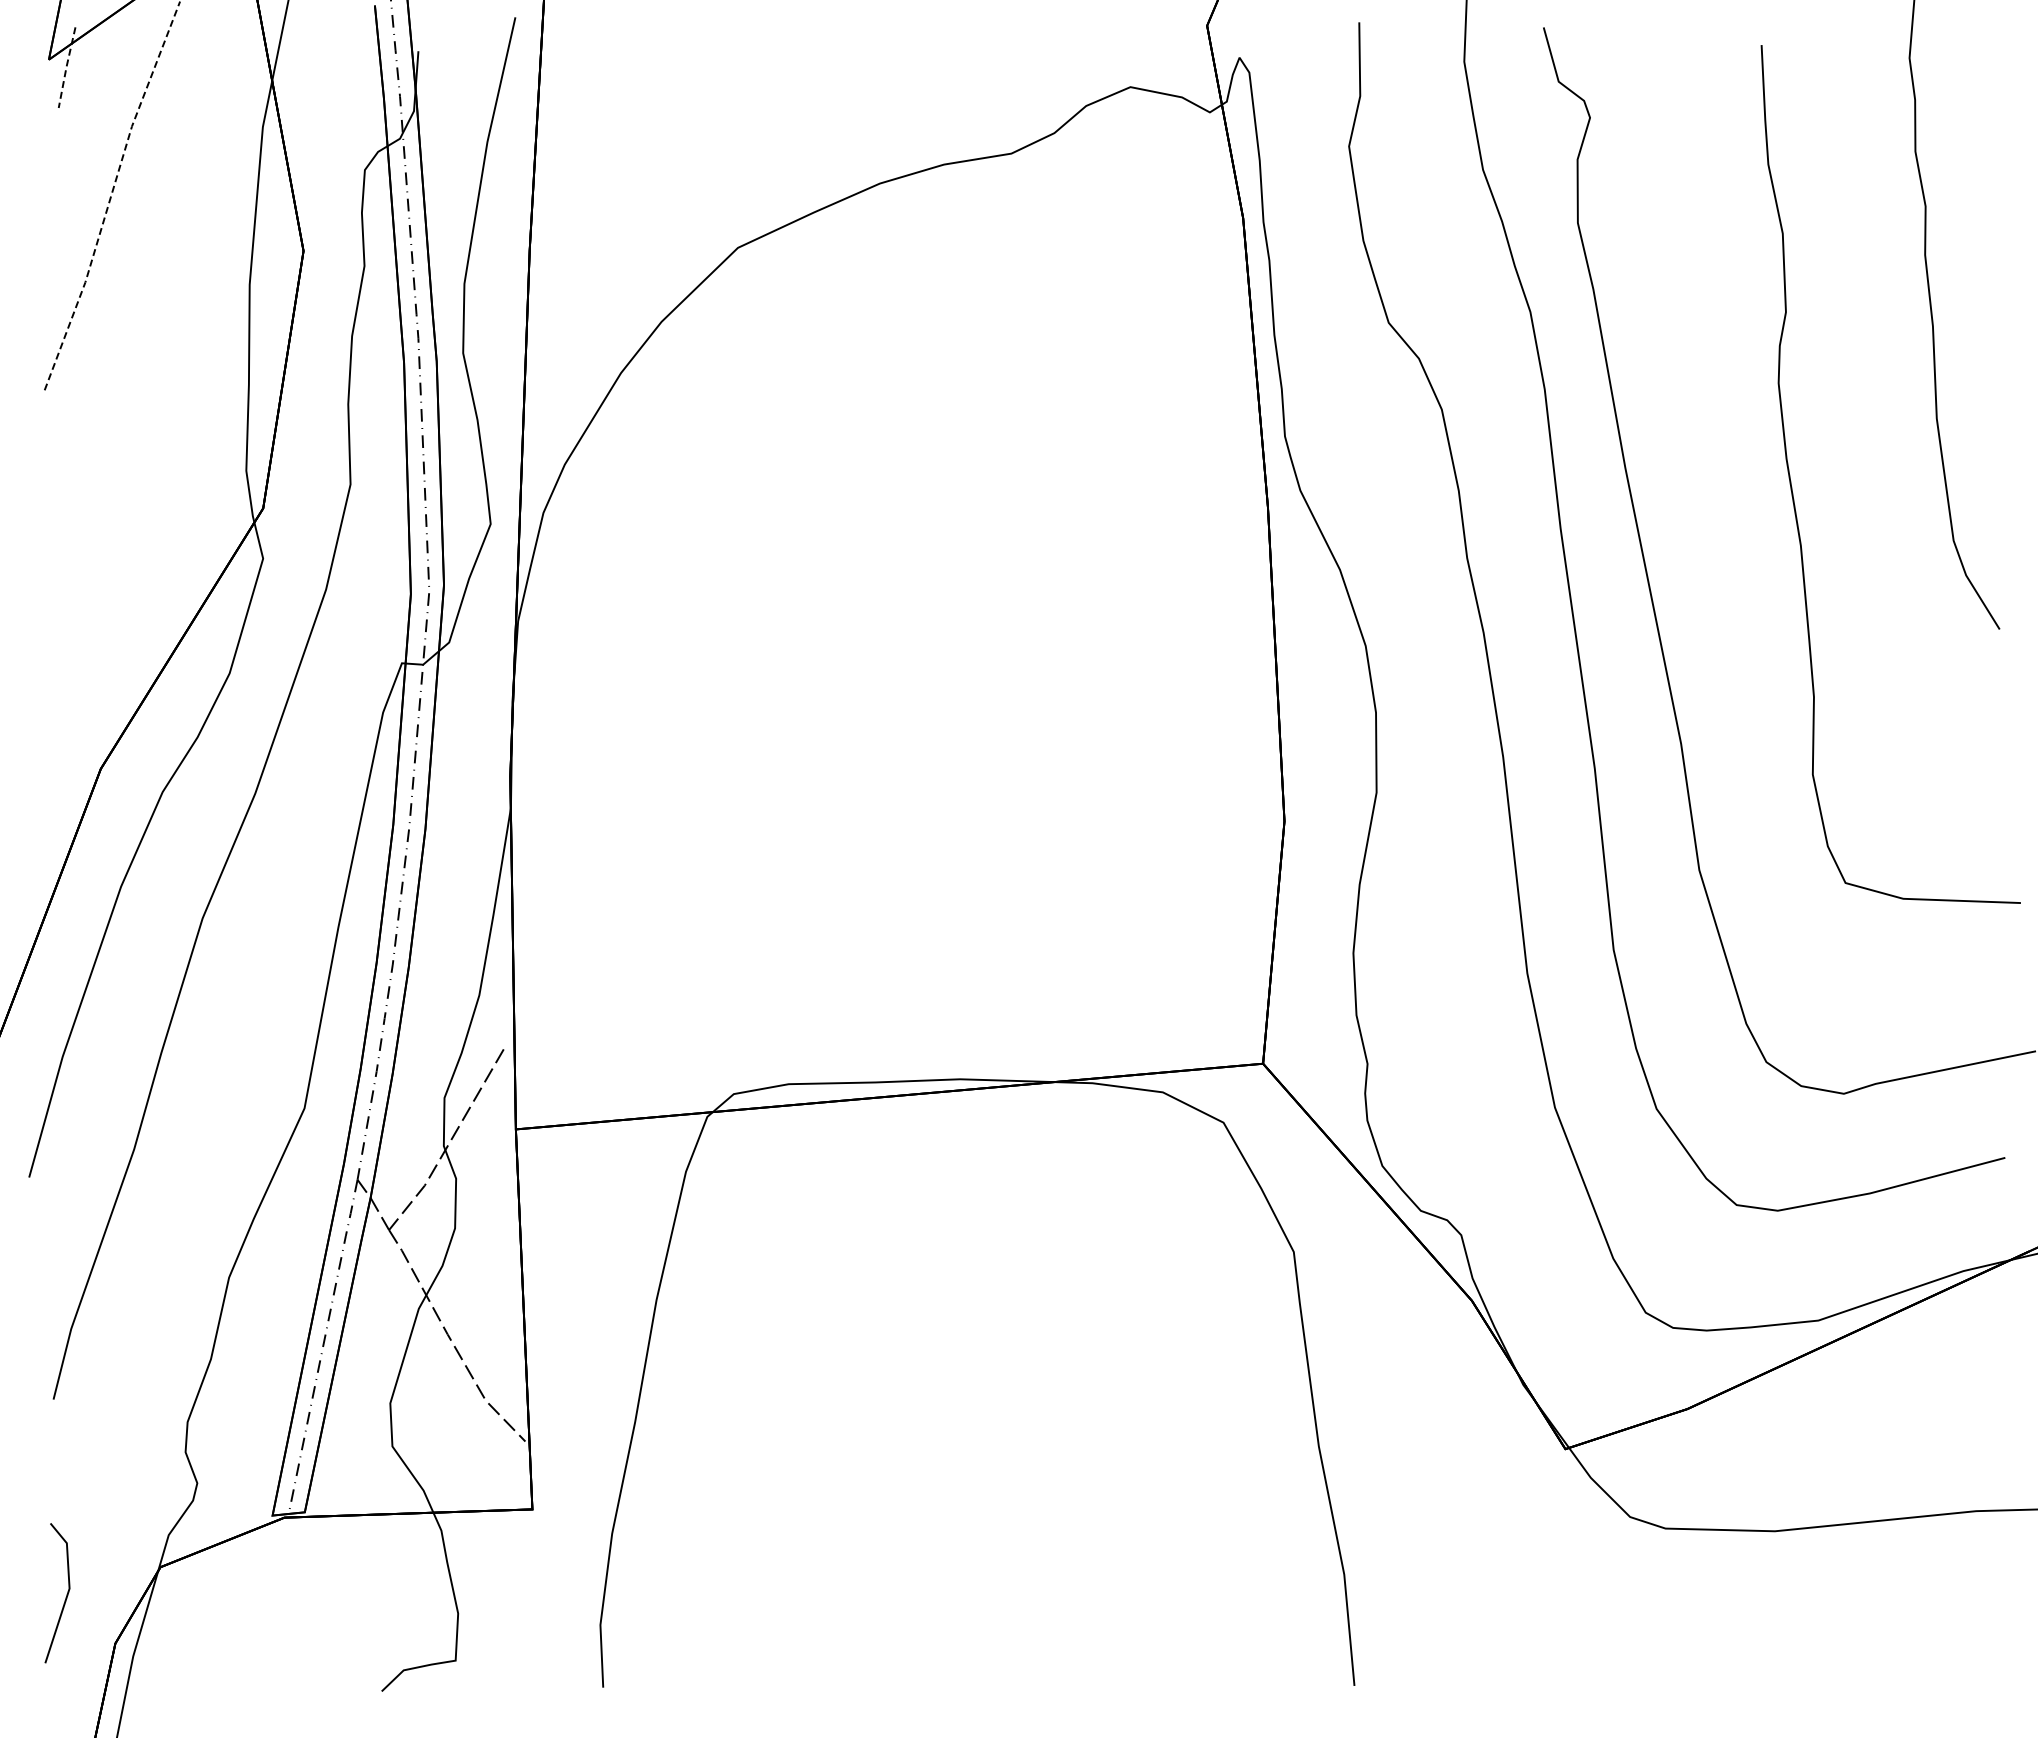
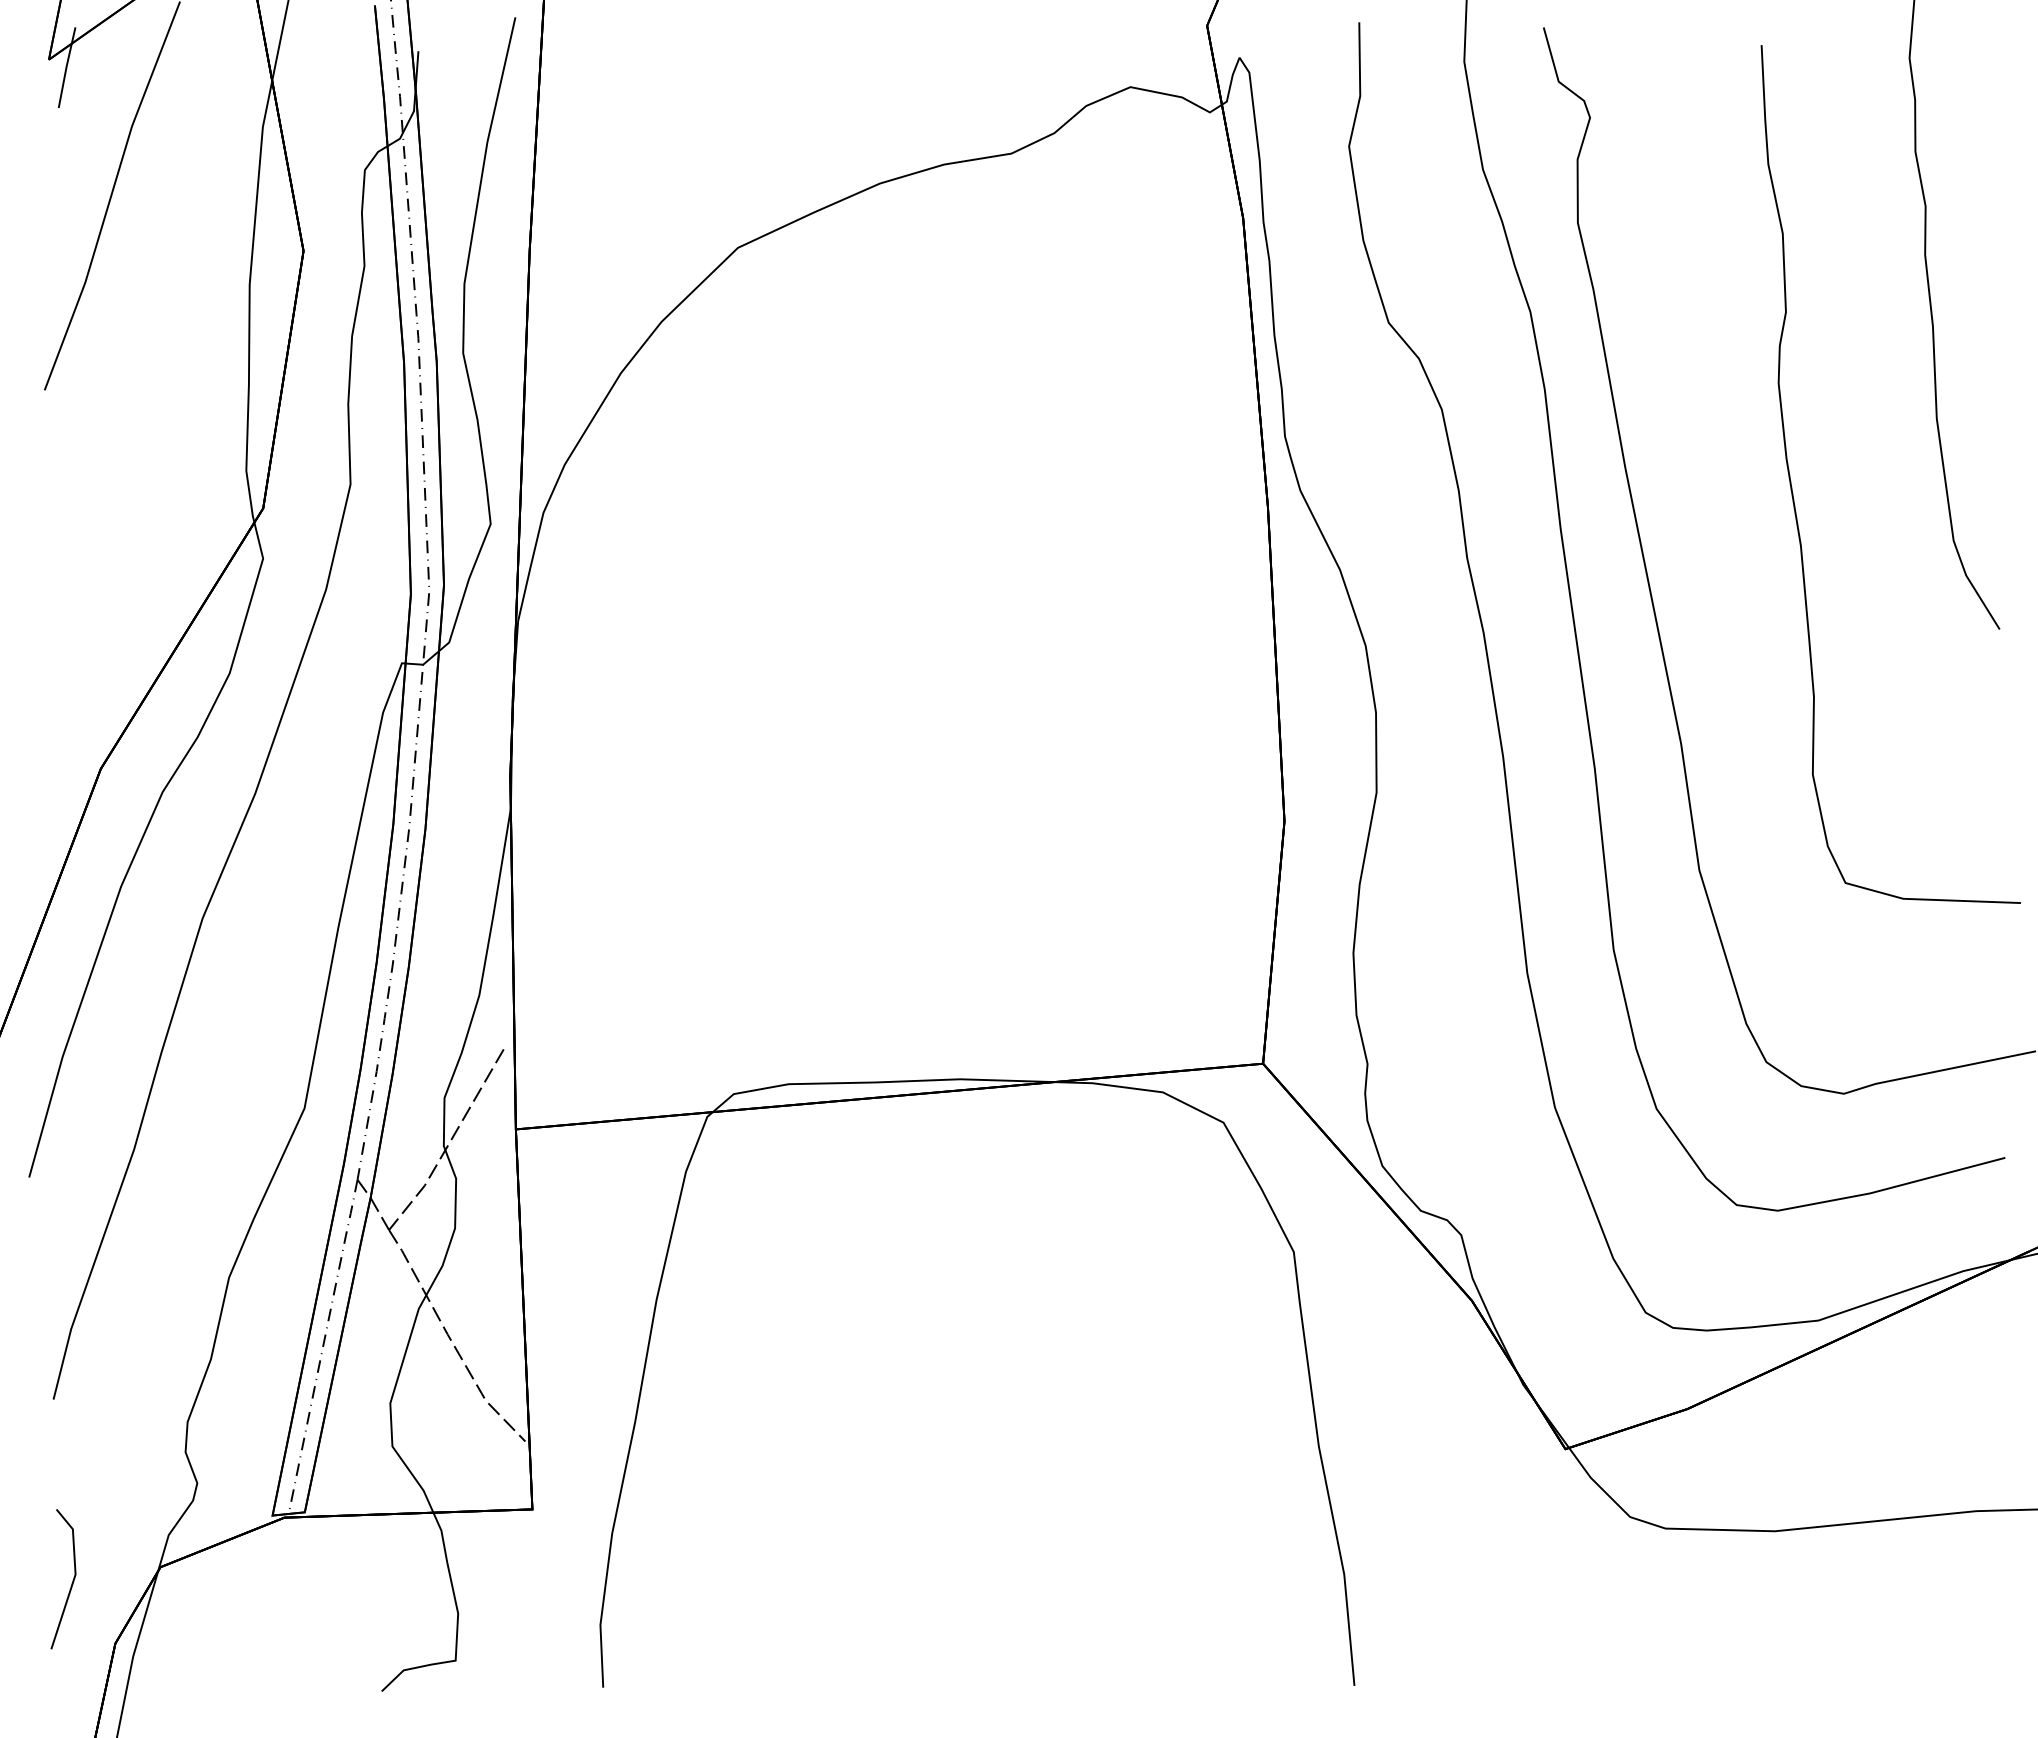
line at (66, 67): dashed -> solid
line at (111, 195): dashed -> solid
line at (65, 1597) position: (65, 1597) -> (71, 1583)
